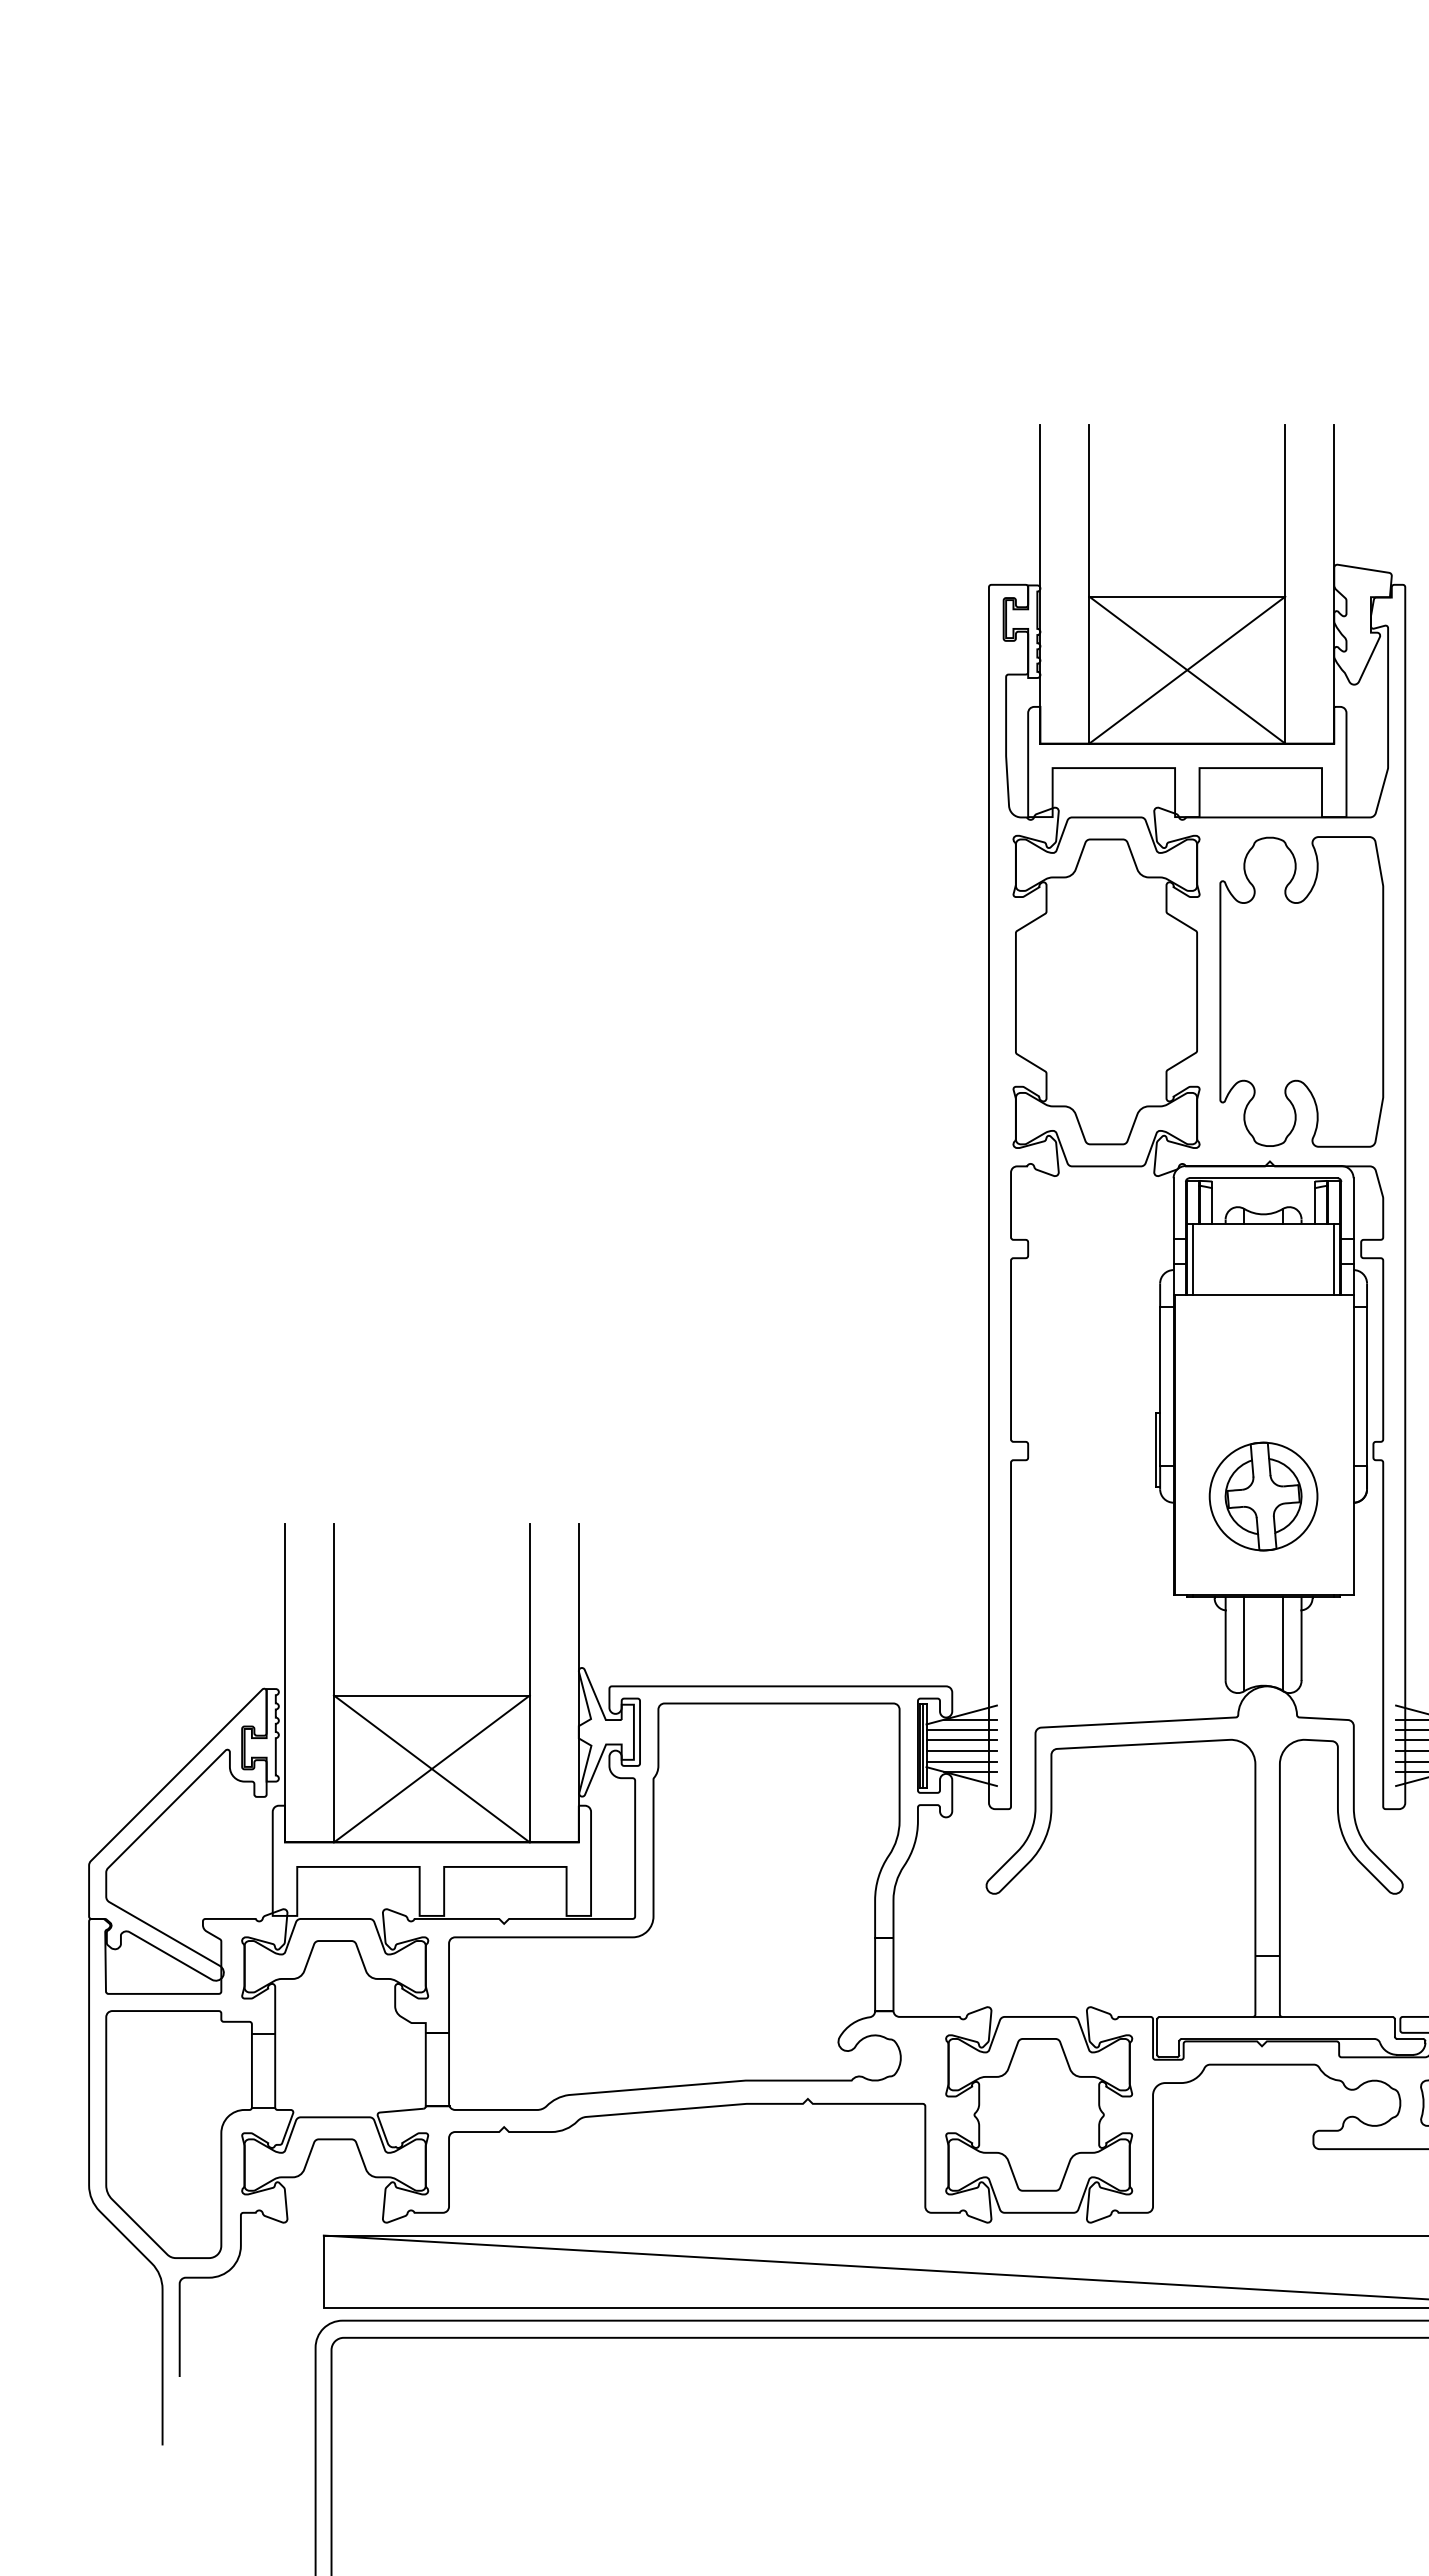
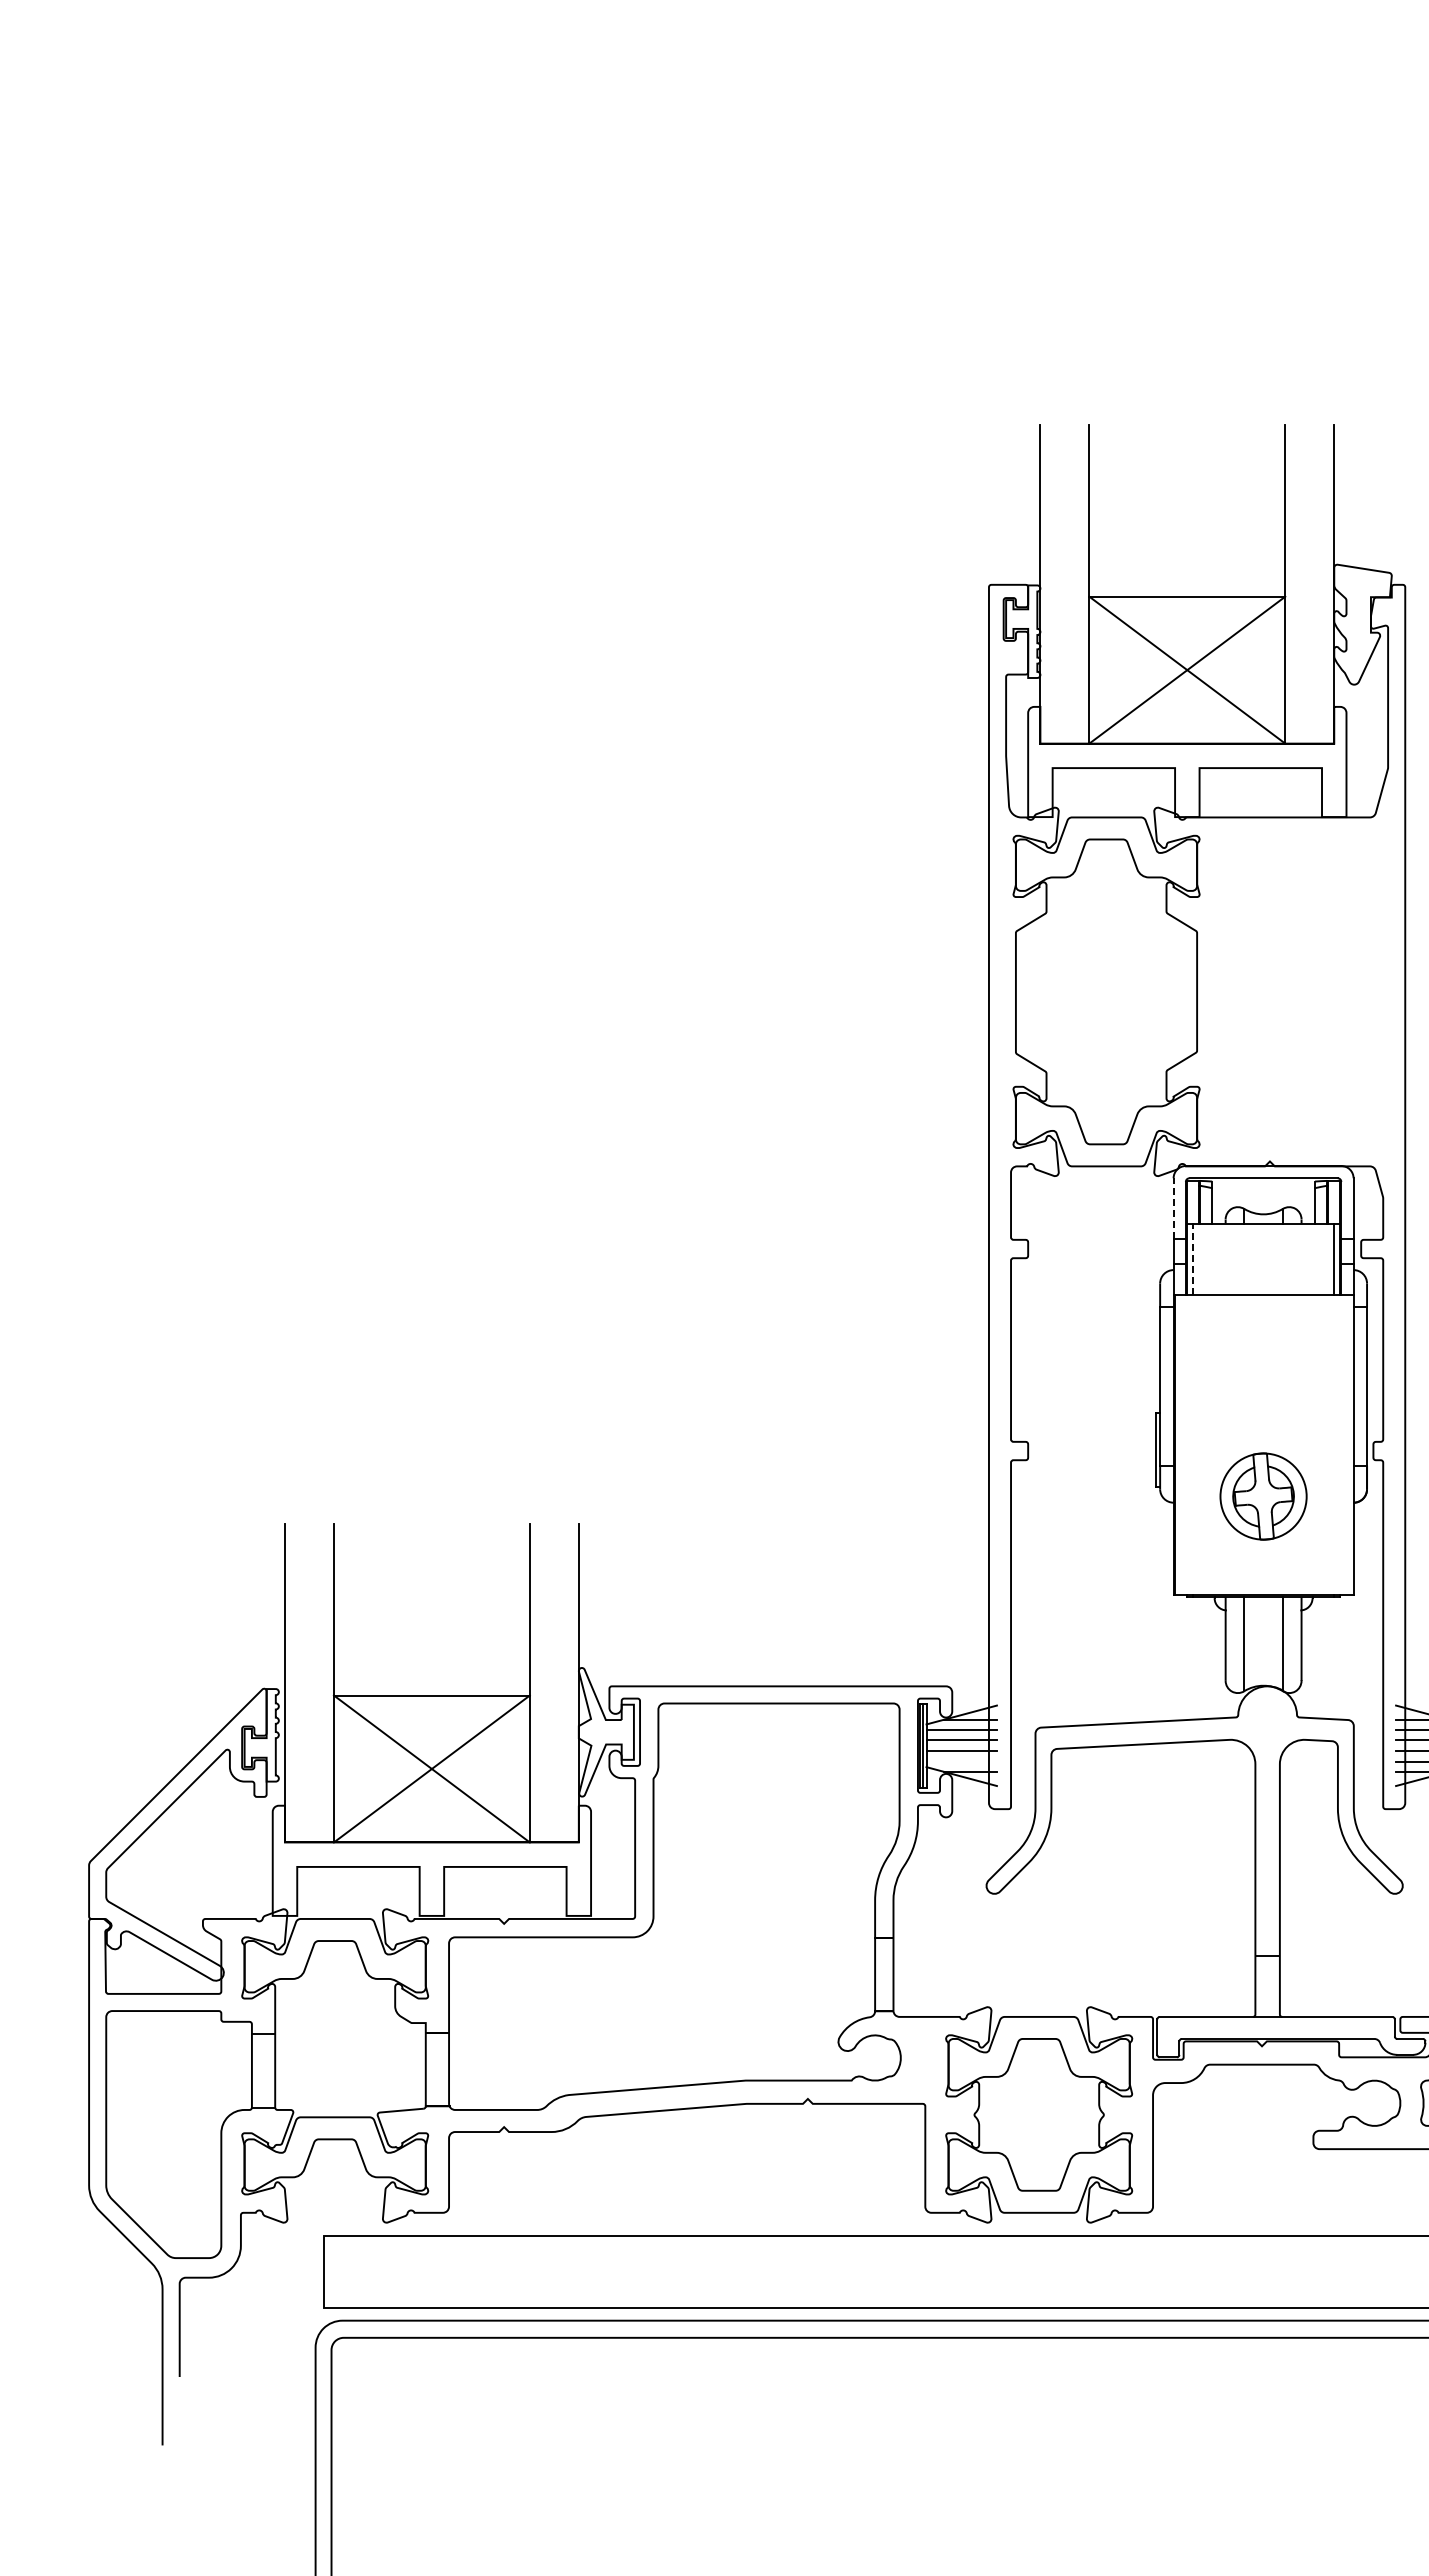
part at (1301, 991): present -> none
line at (1173, 1208): solid -> dashed
line at (1193, 1259): solid -> dashed
part at (1263, 1496) size: 111x111 px -> 89x89 px
line at (961, 1761): present -> none
line at (874, 2267): present -> none
